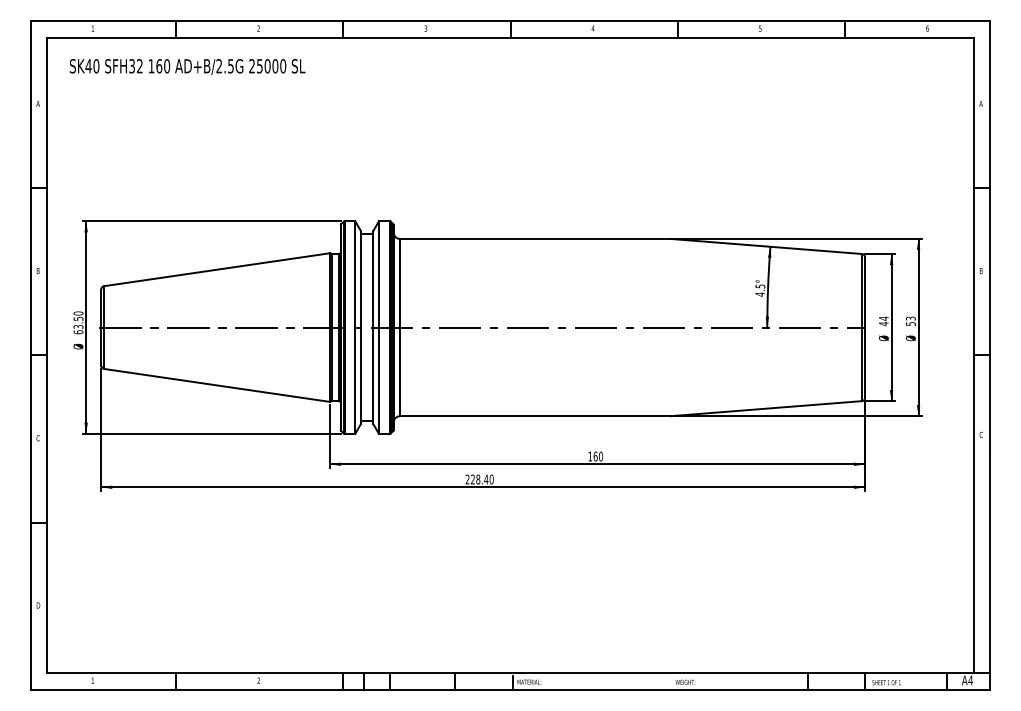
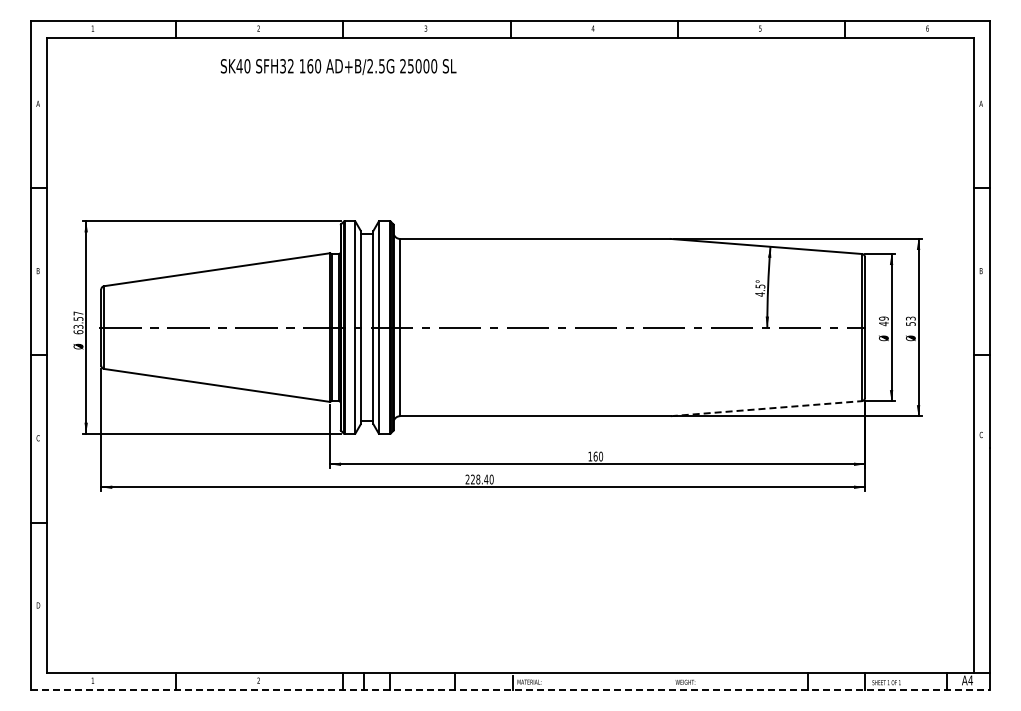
text at (187, 66) position: (187, 66) -> (338, 66)
text at (78, 313): 63.50 -> 63.57
text at (883, 318): 44 -> 49
line at (766, 408): solid -> dashed
line at (510, 689): solid -> dashed
